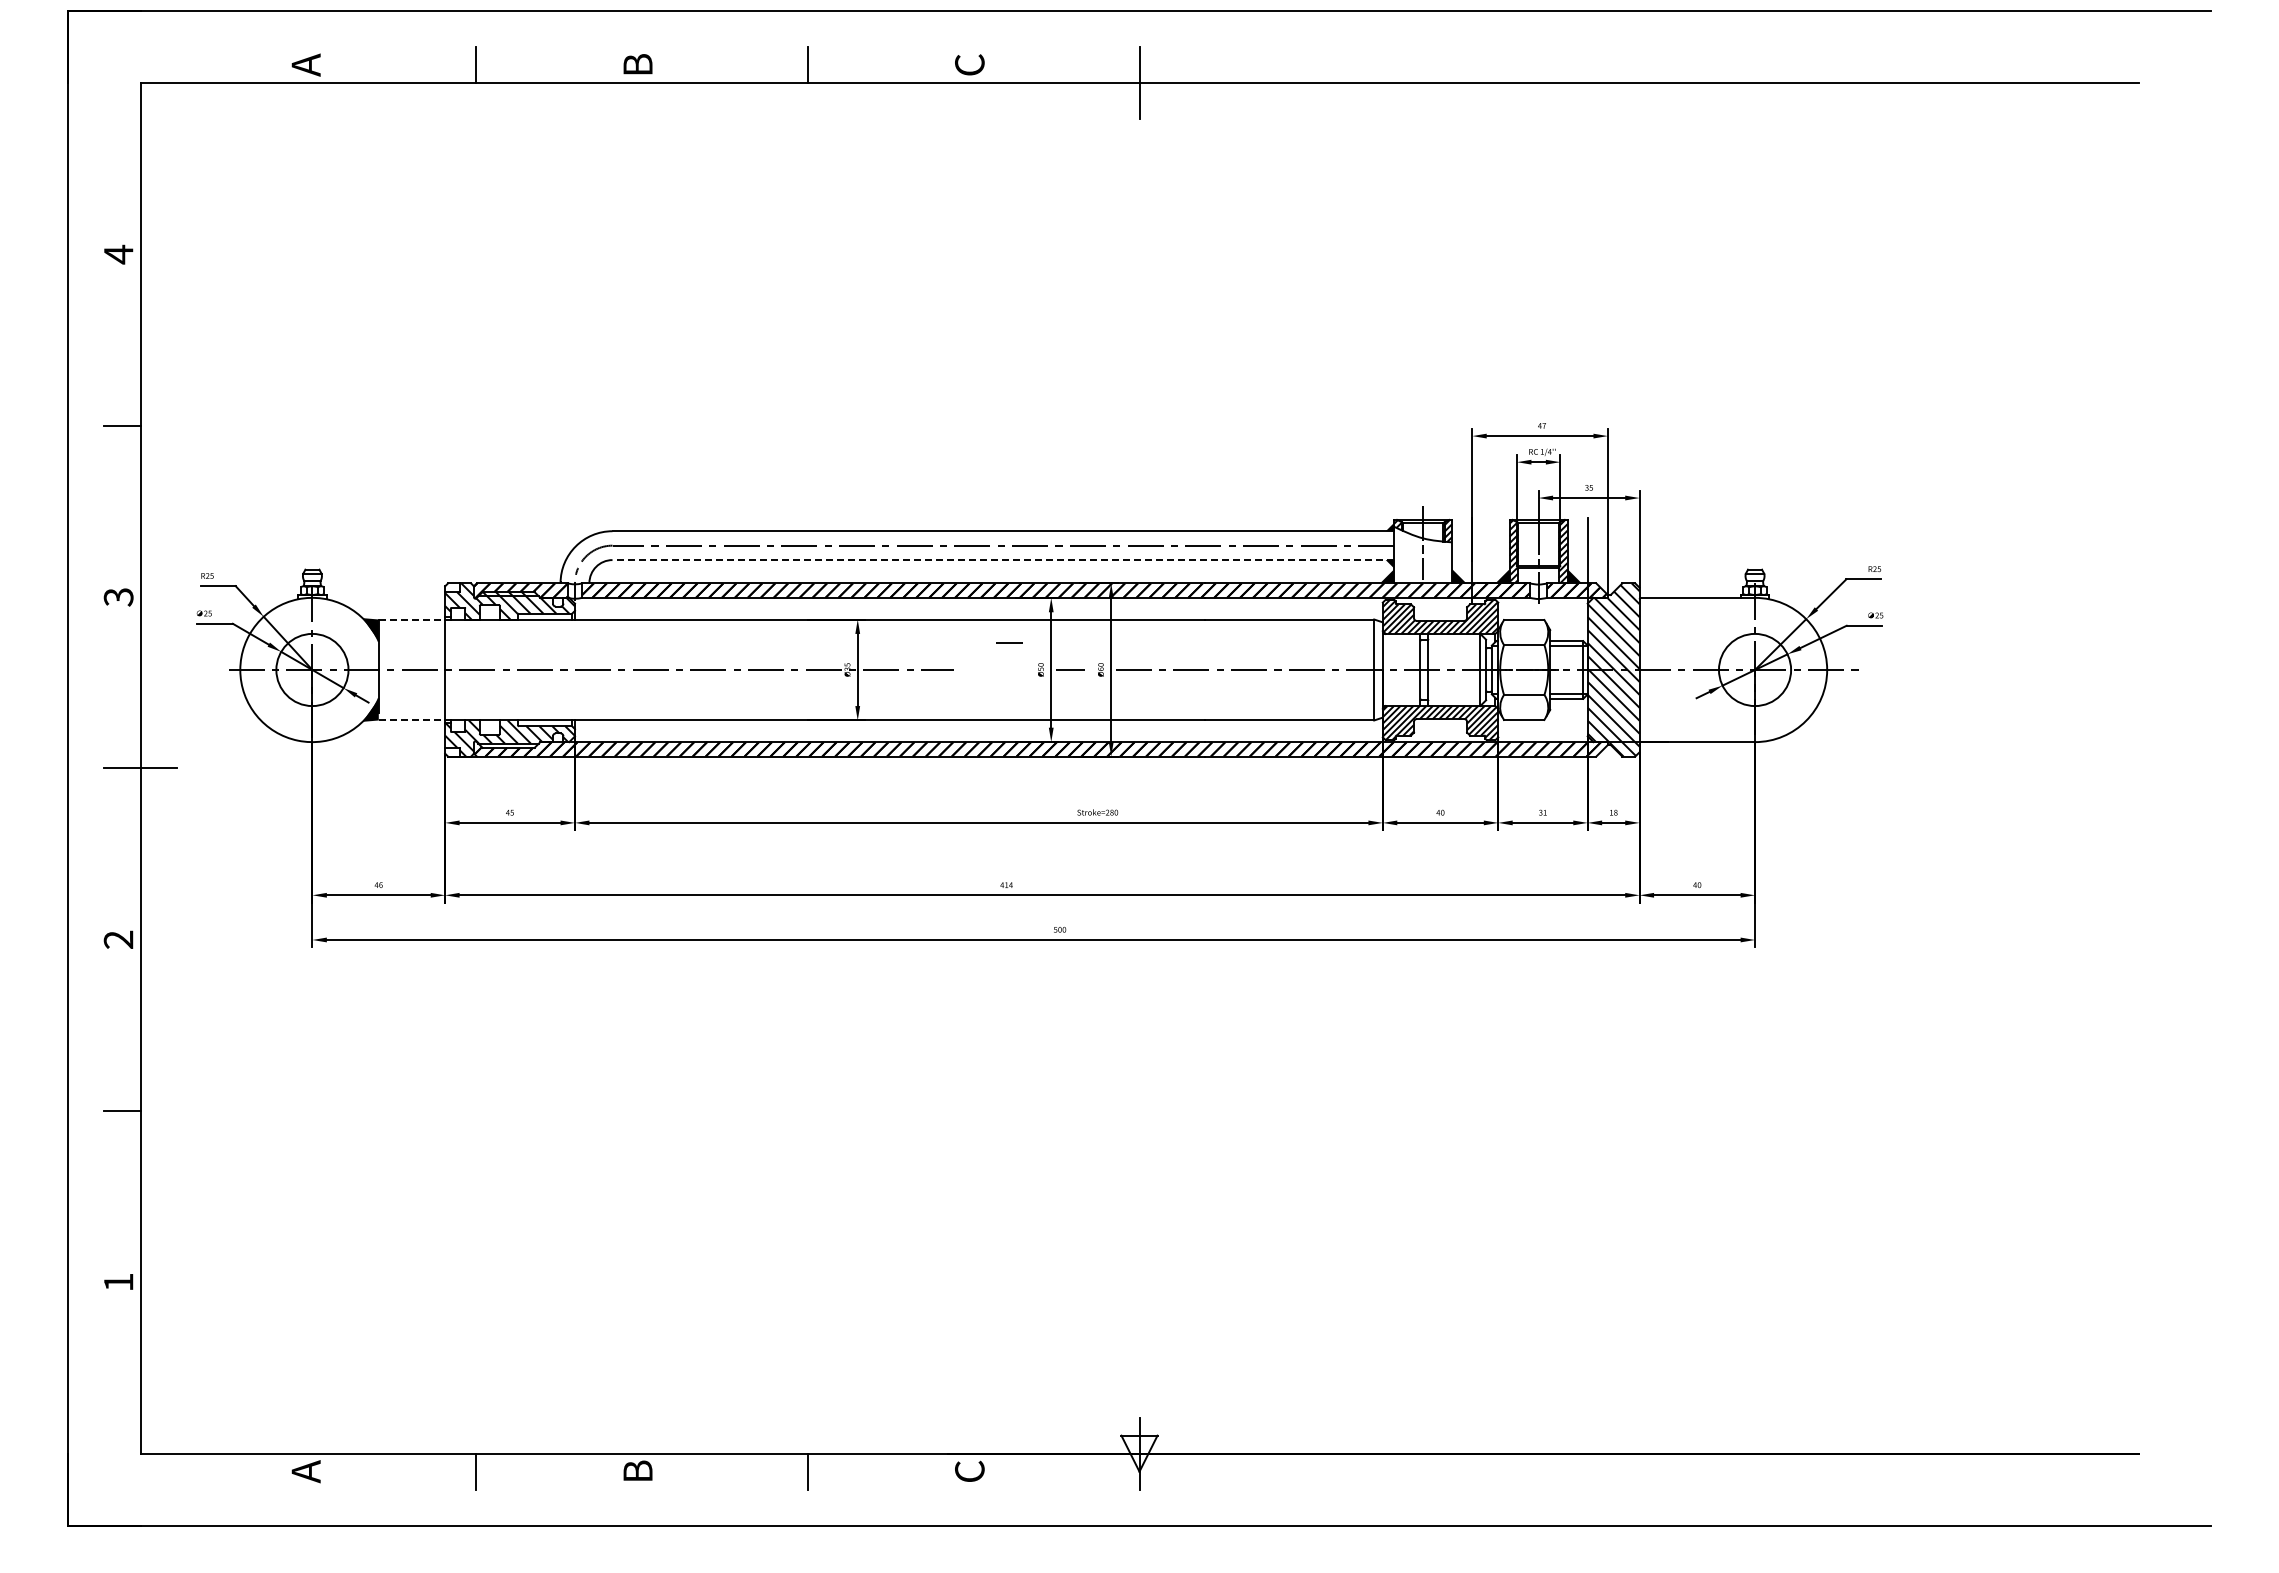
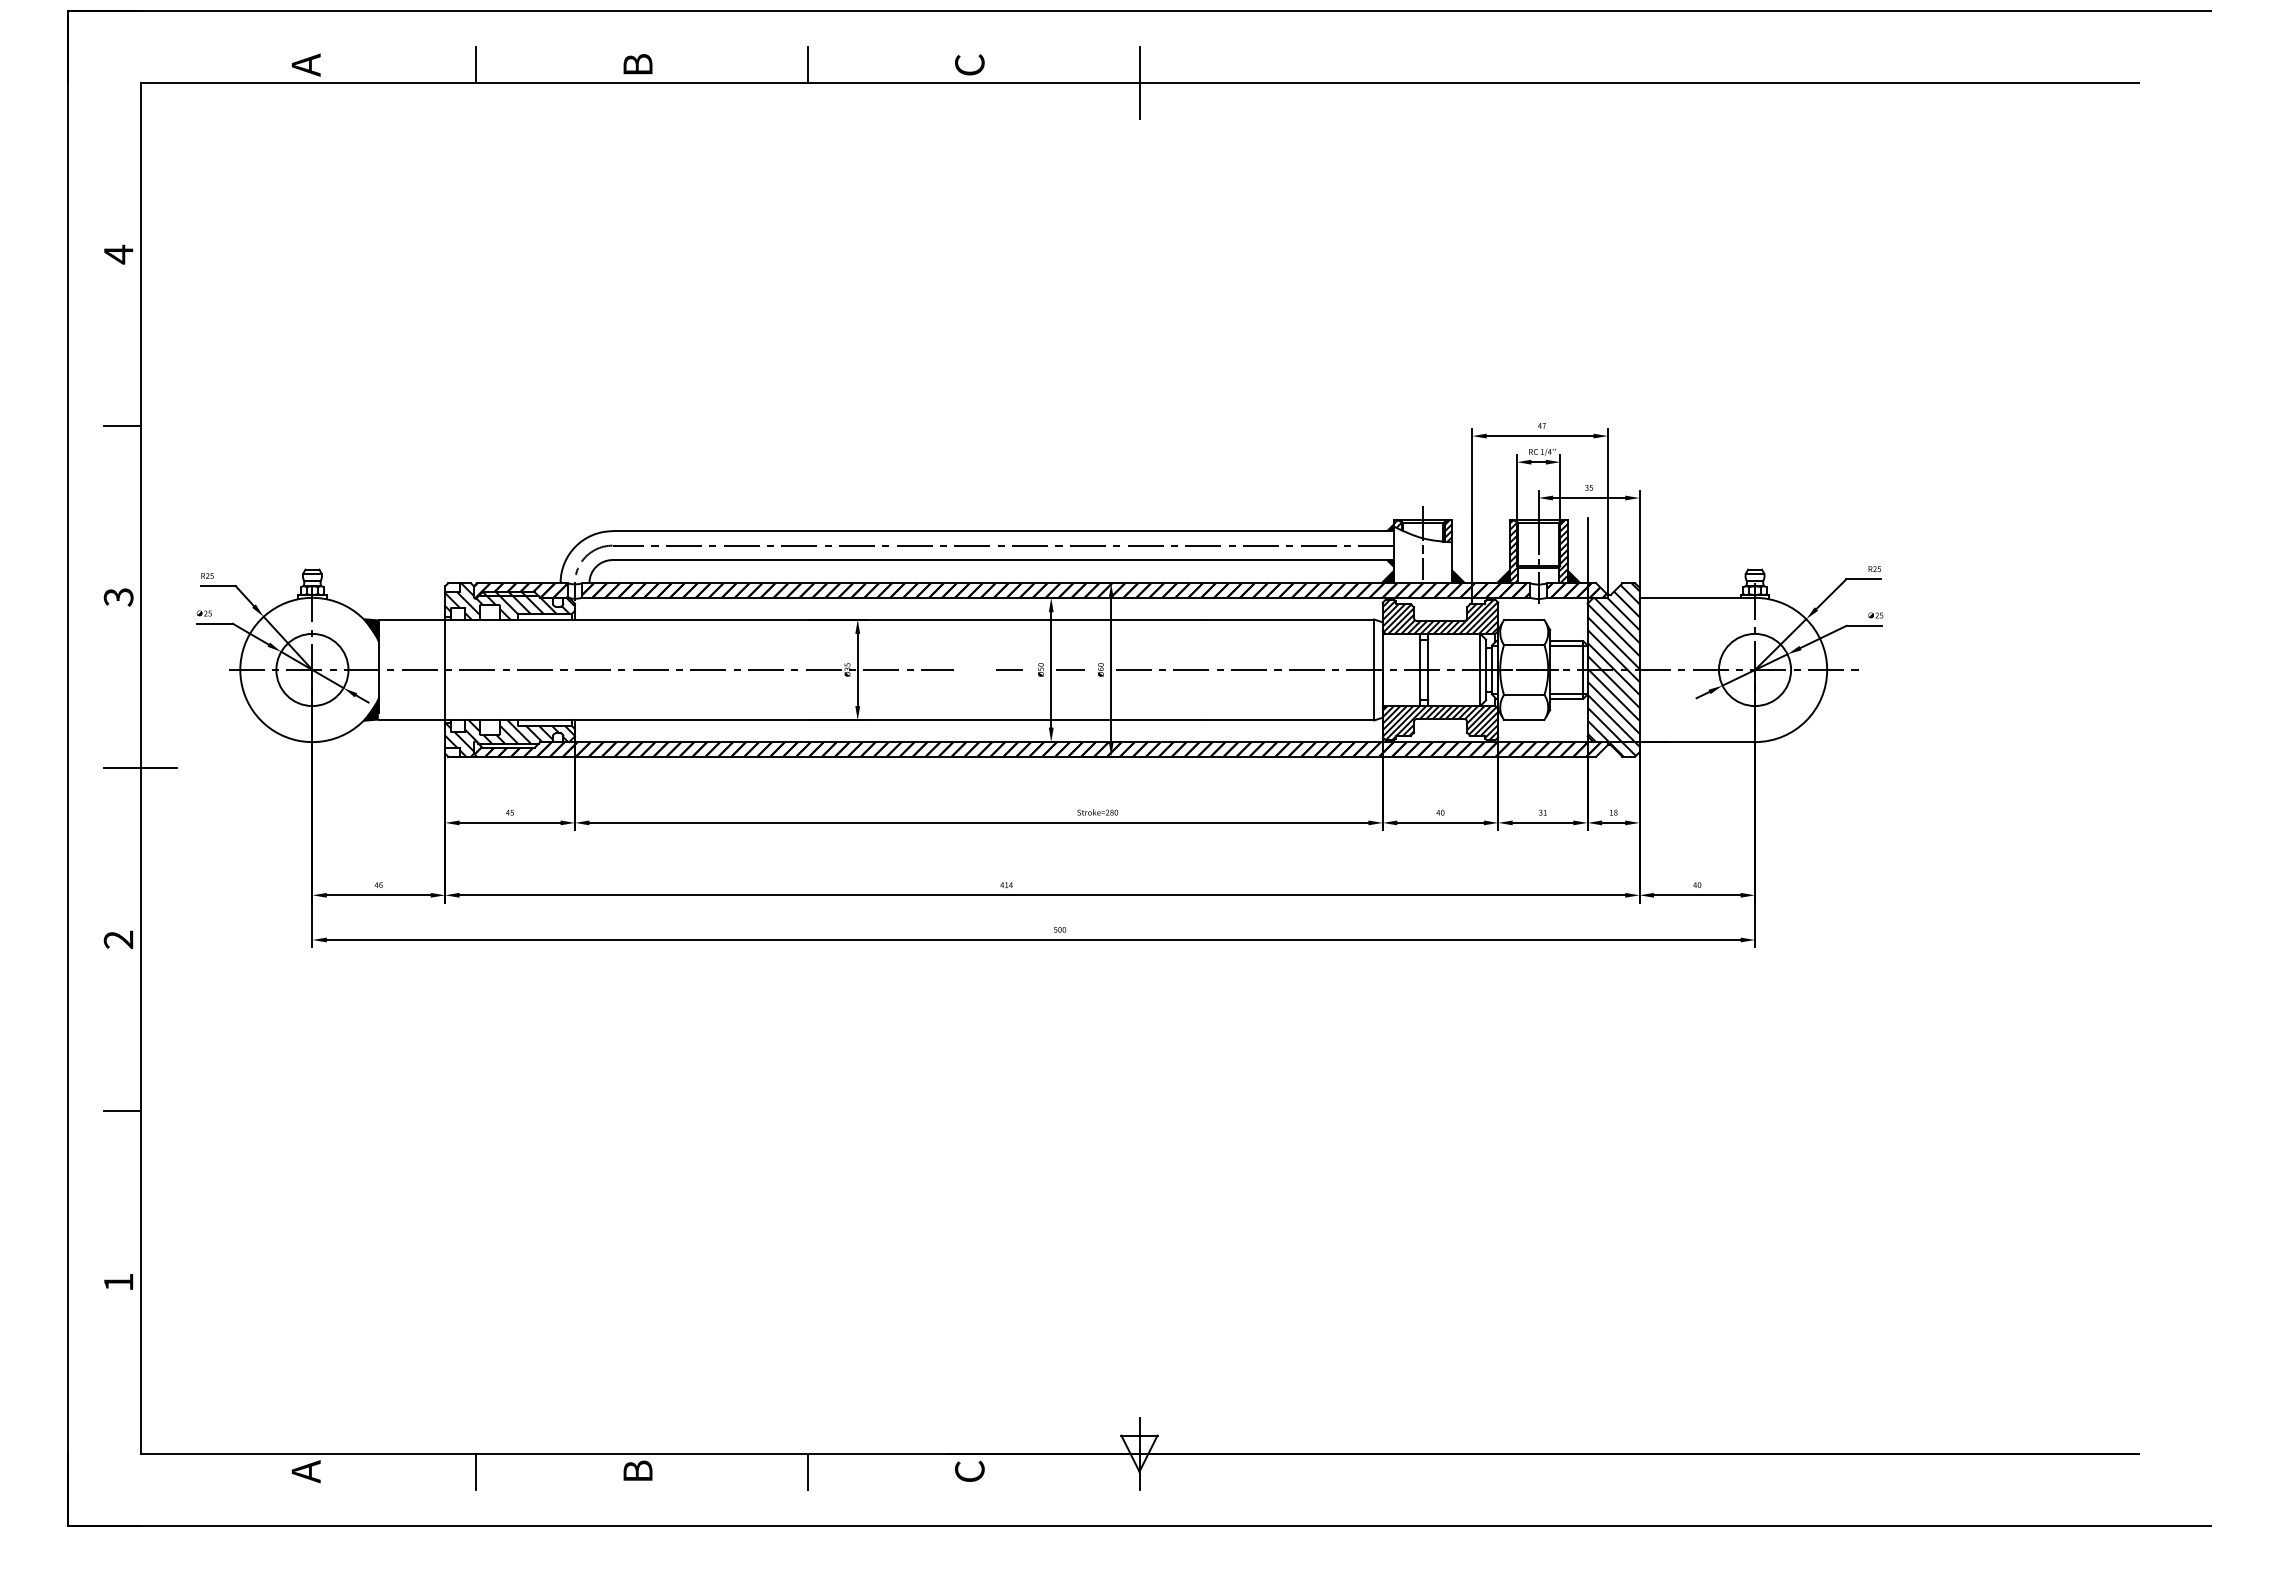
line at (1003, 560): dashed -> solid
line at (412, 619): dashed -> solid
line at (1009, 642) position: (1009, 642) -> (1009, 669)
line at (412, 720): dashed -> solid
